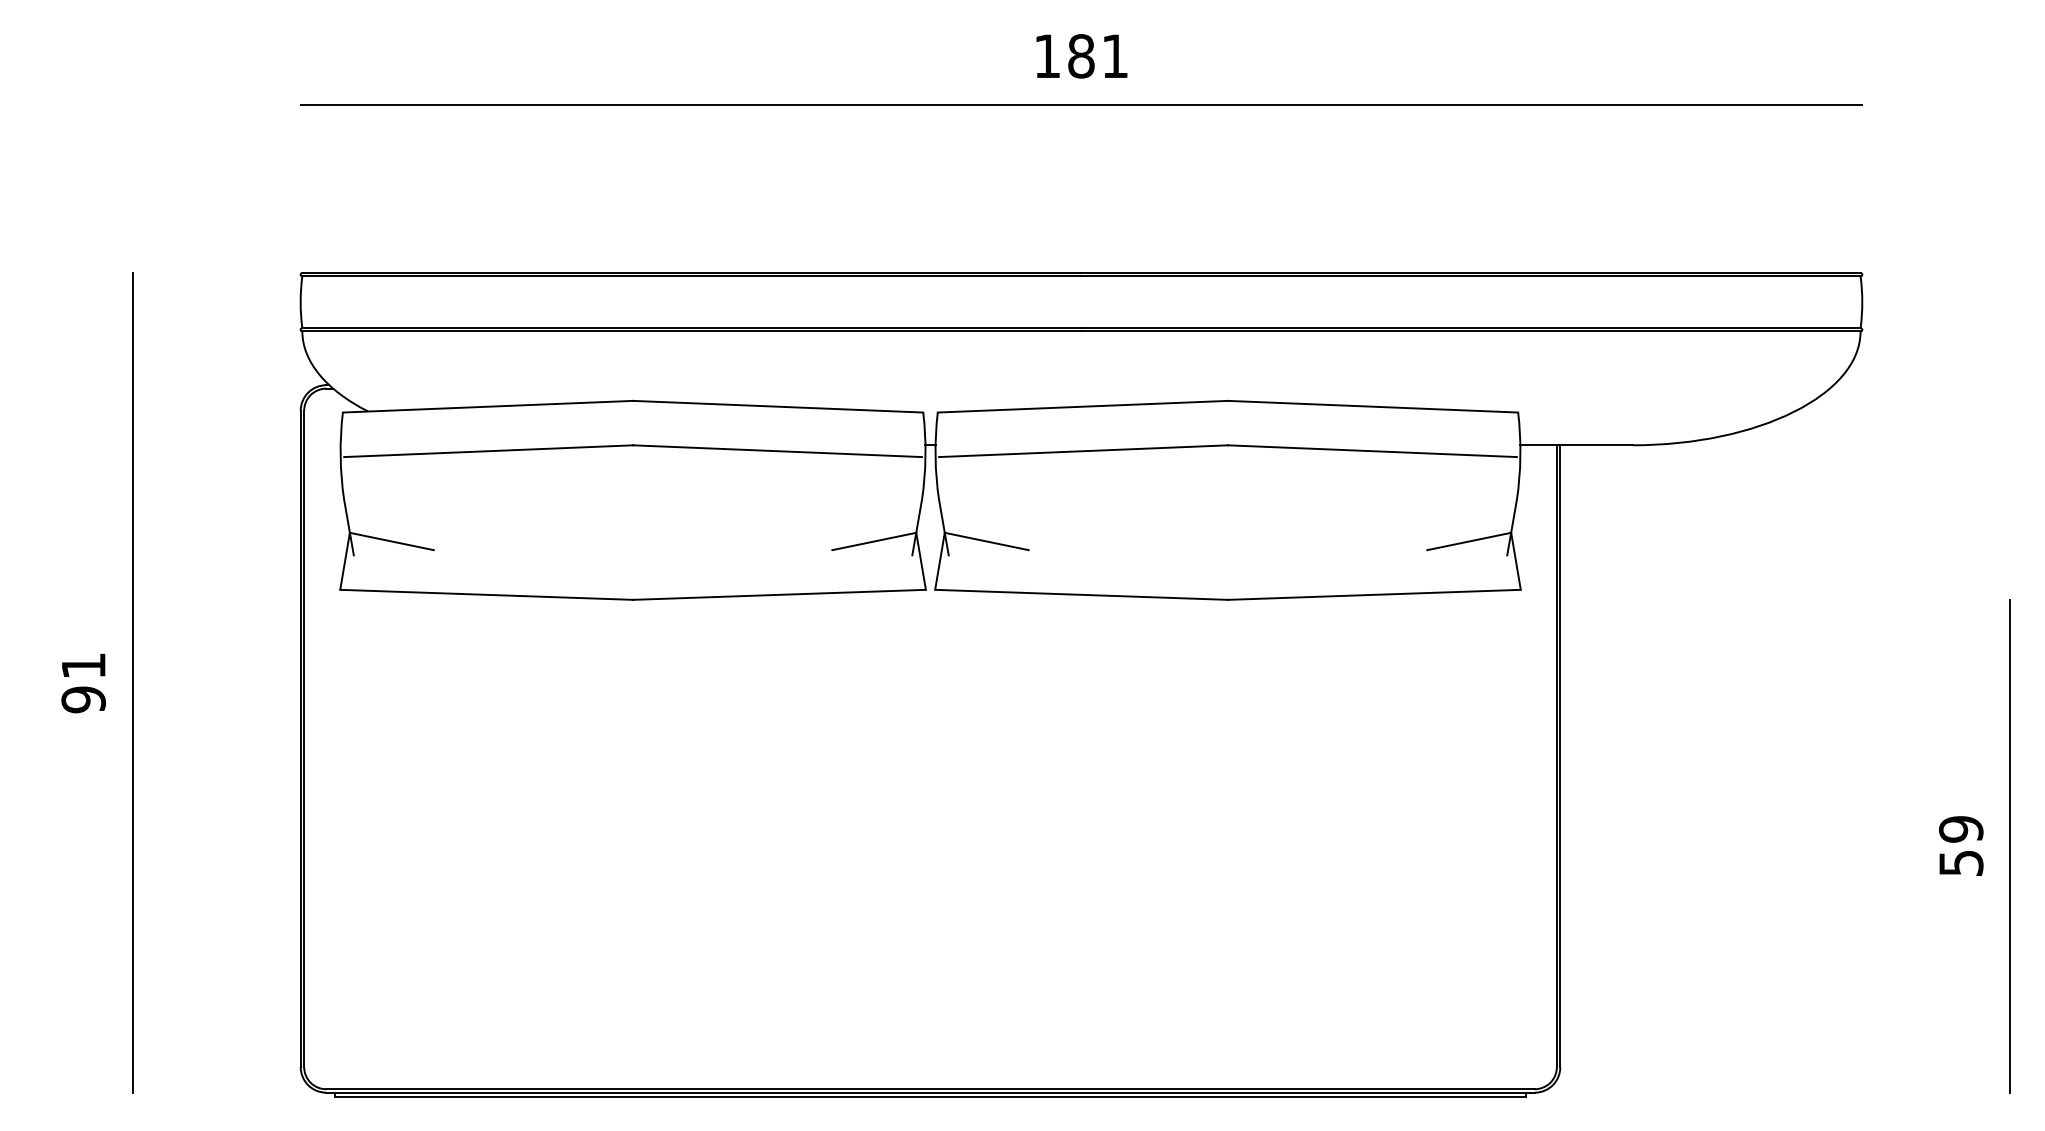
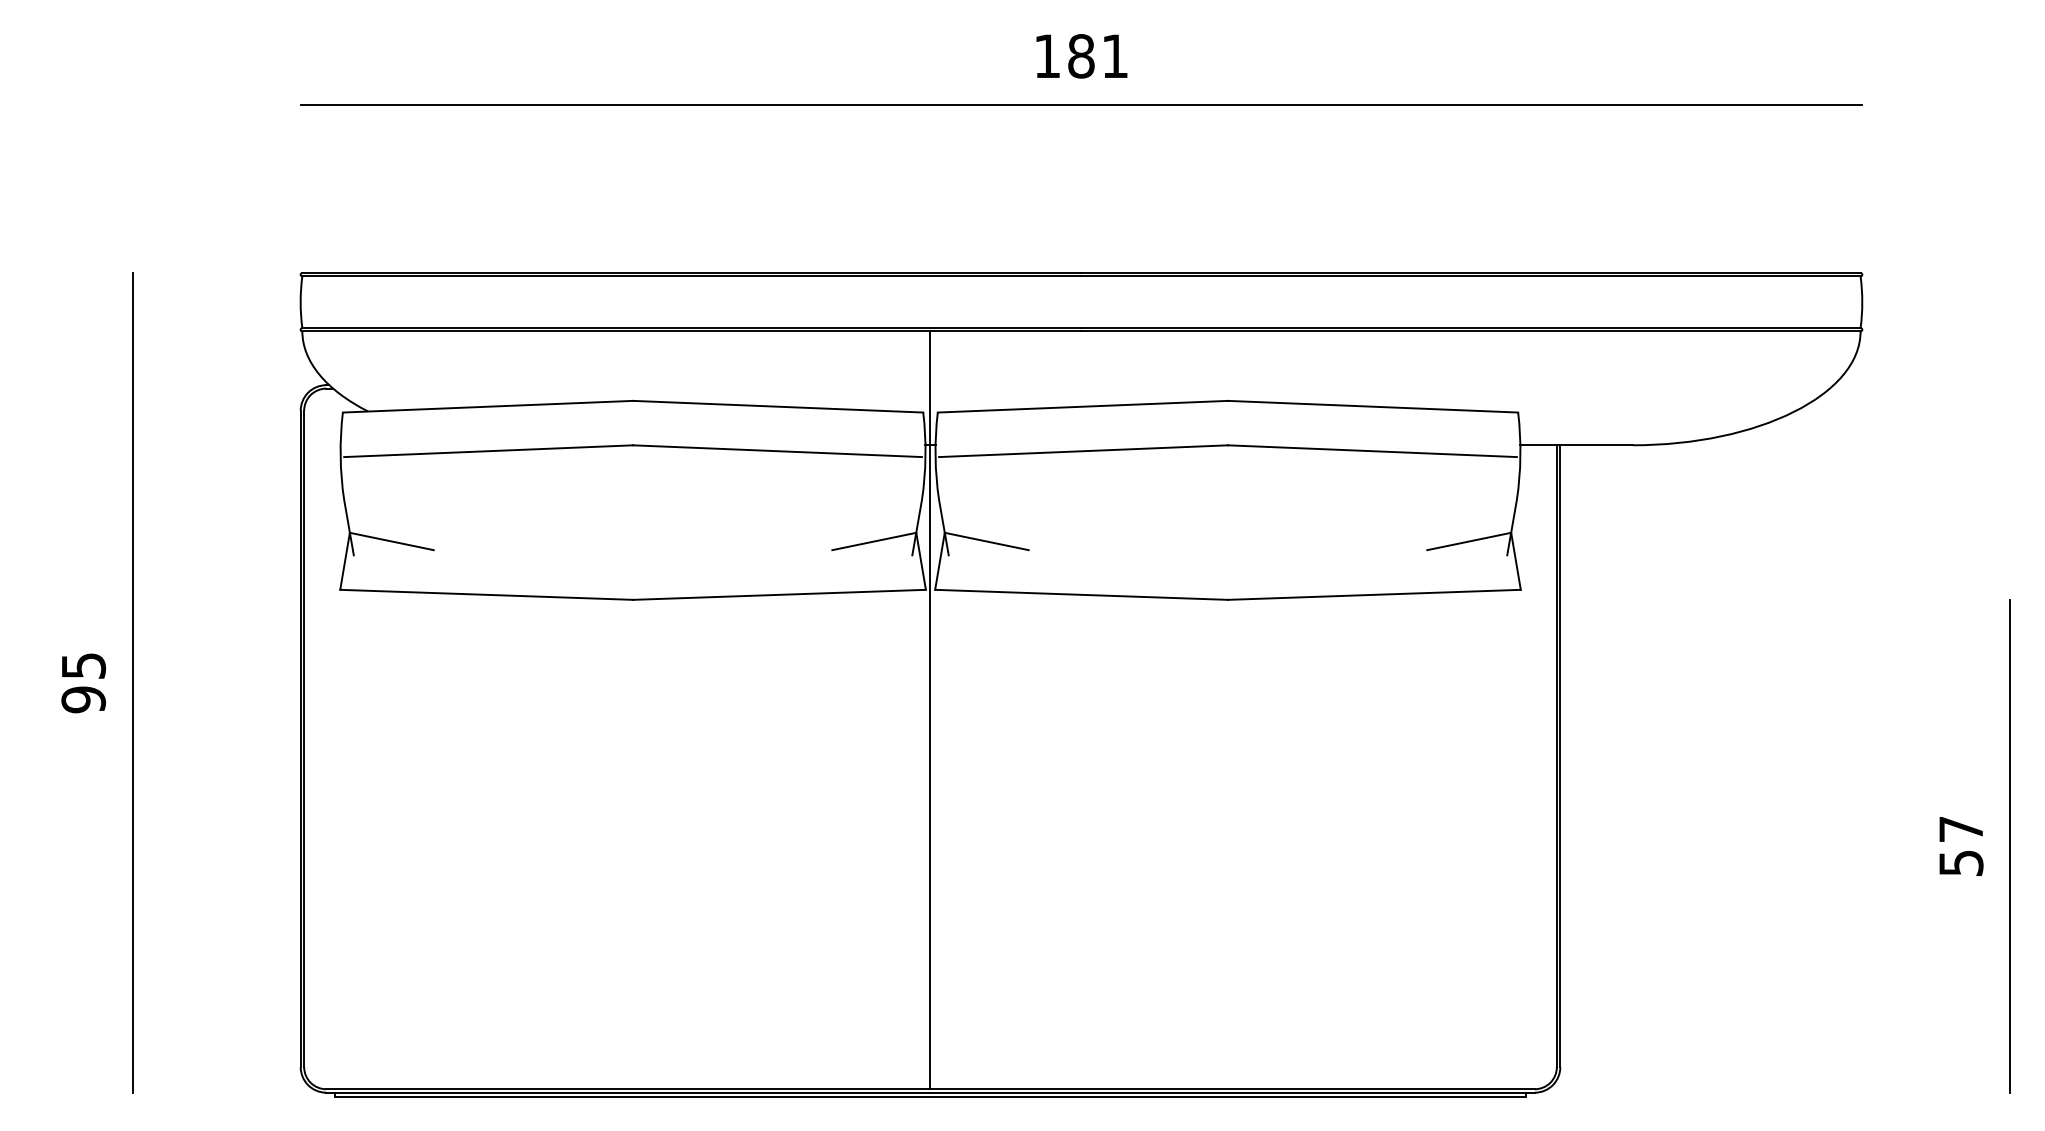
text at (84, 665): 91 -> 95
line at (930, 710): none -> present
text at (1961, 829): 59 -> 57
